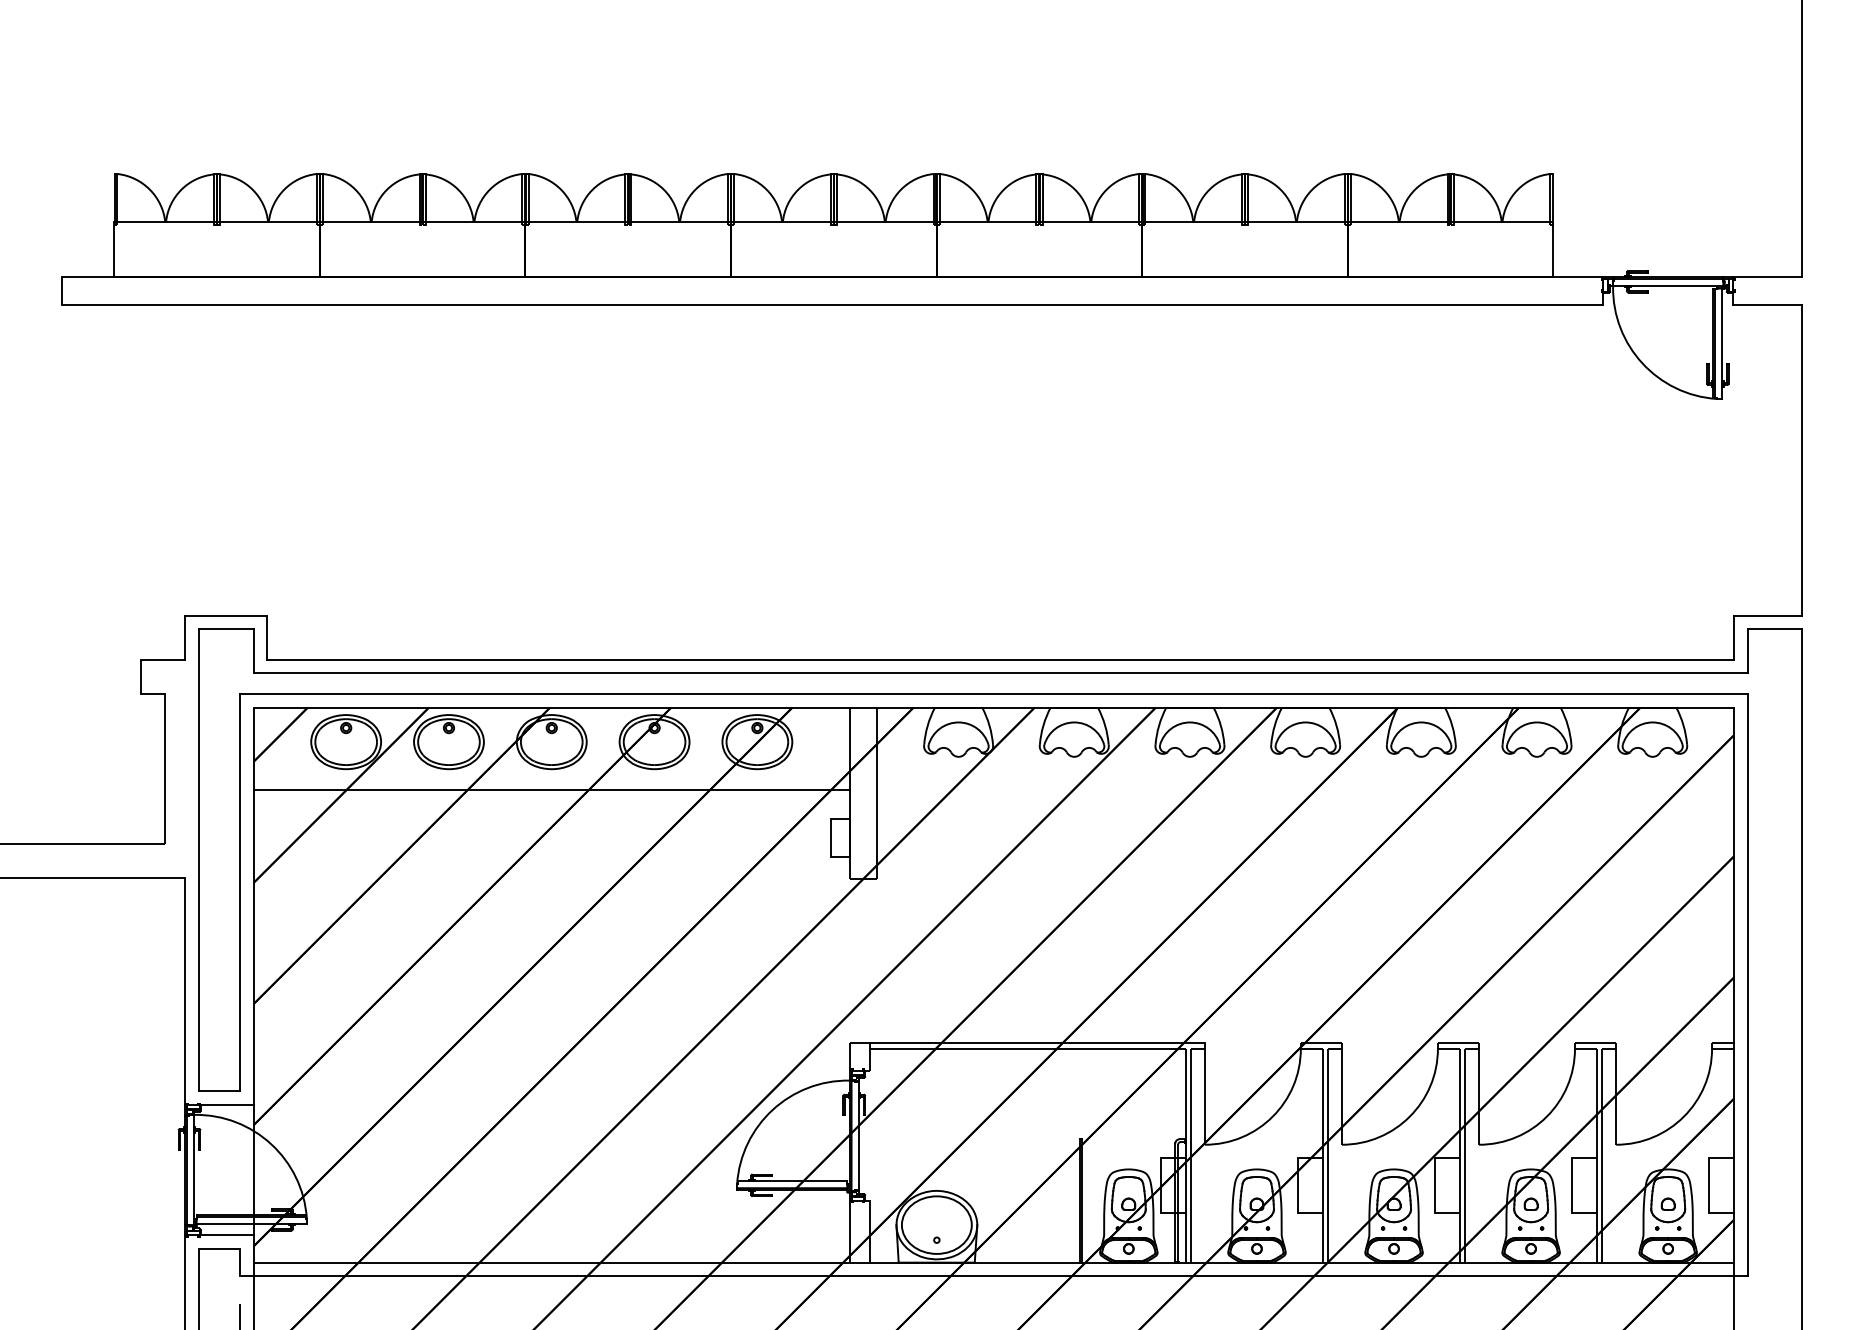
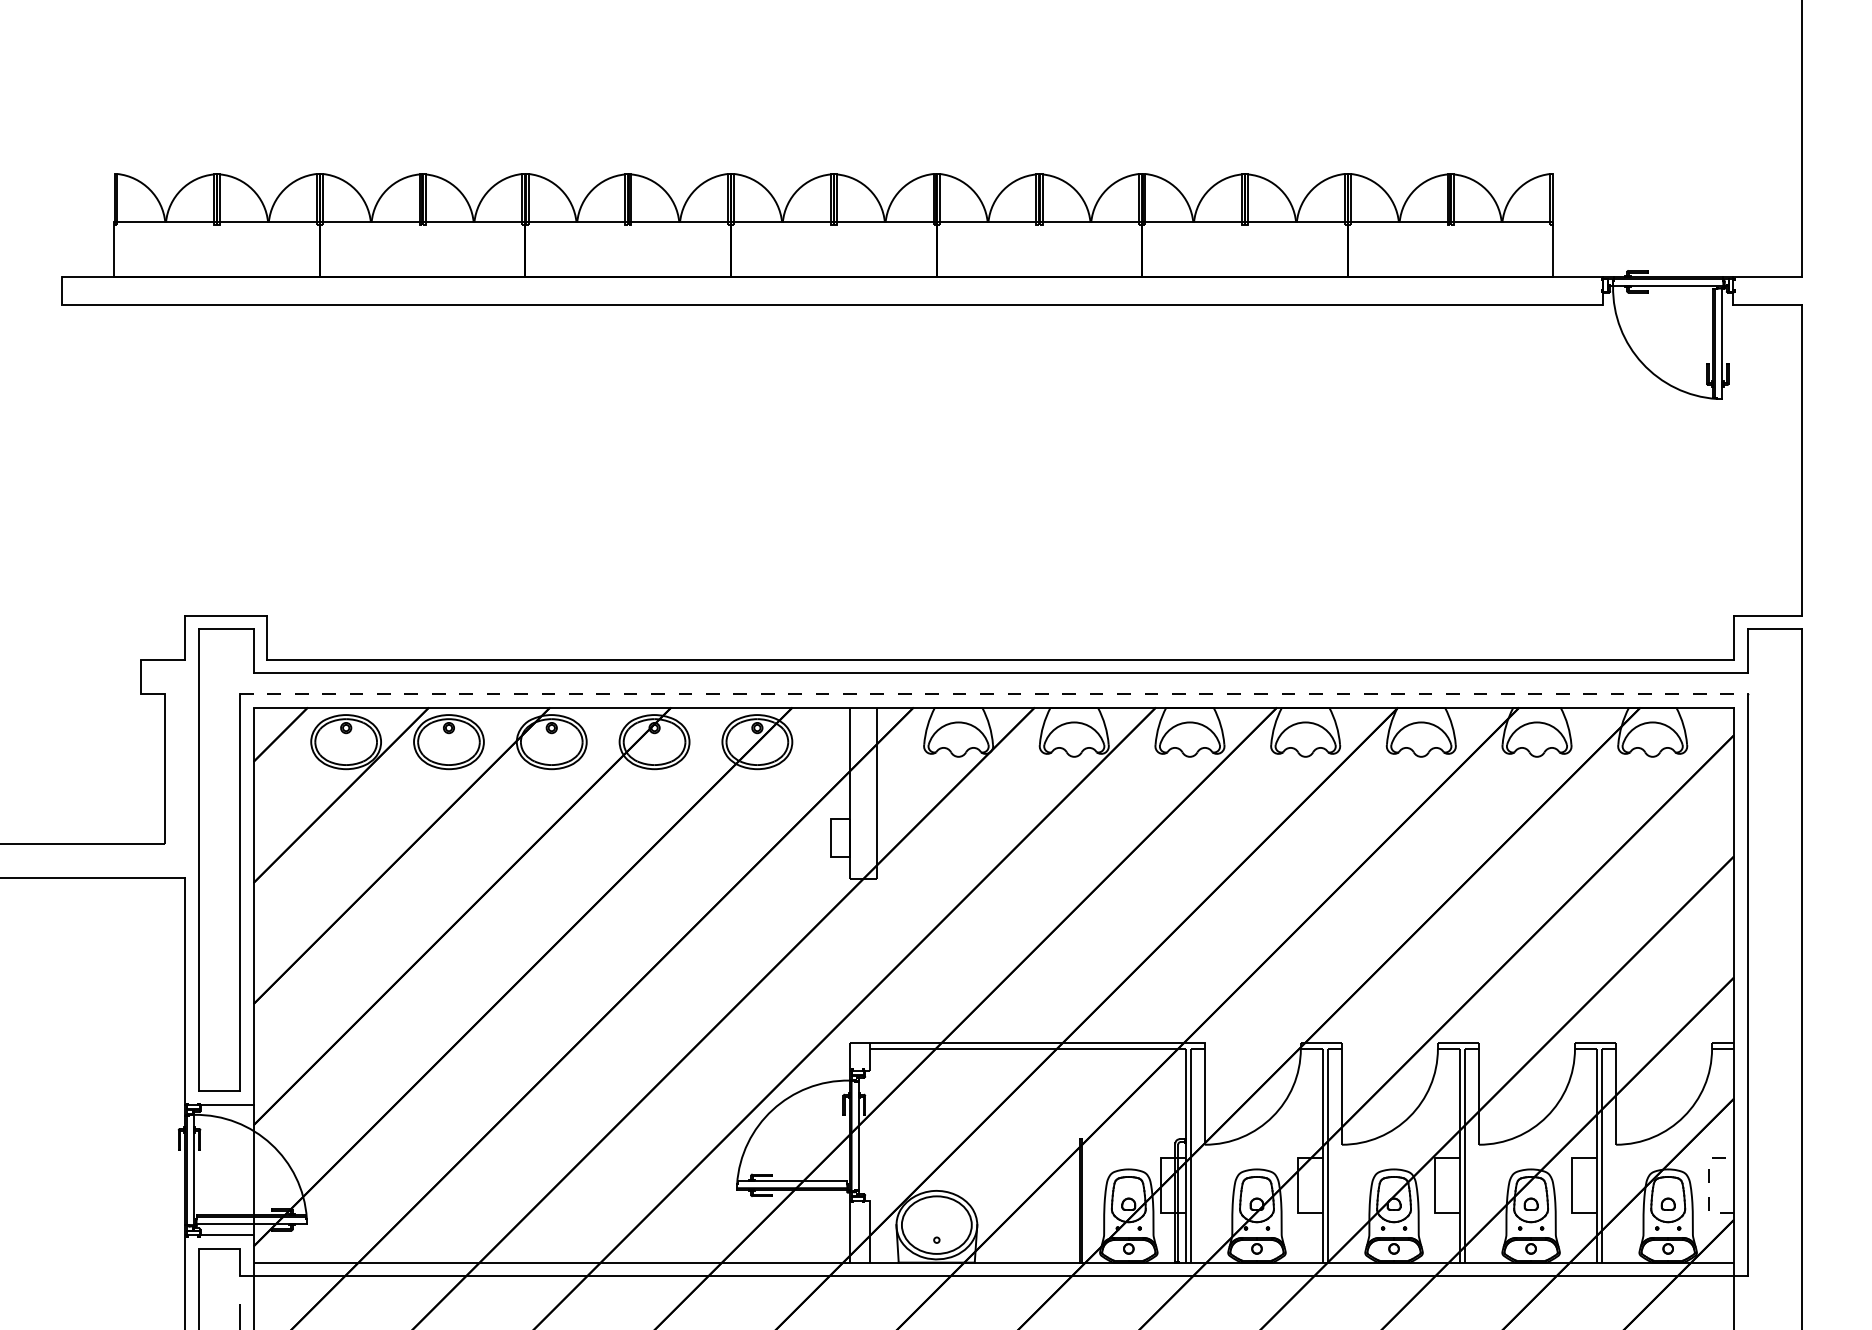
line at (993, 693): solid -> dashed
line at (551, 789): present -> none
line at (1709, 1185): solid -> dashed
